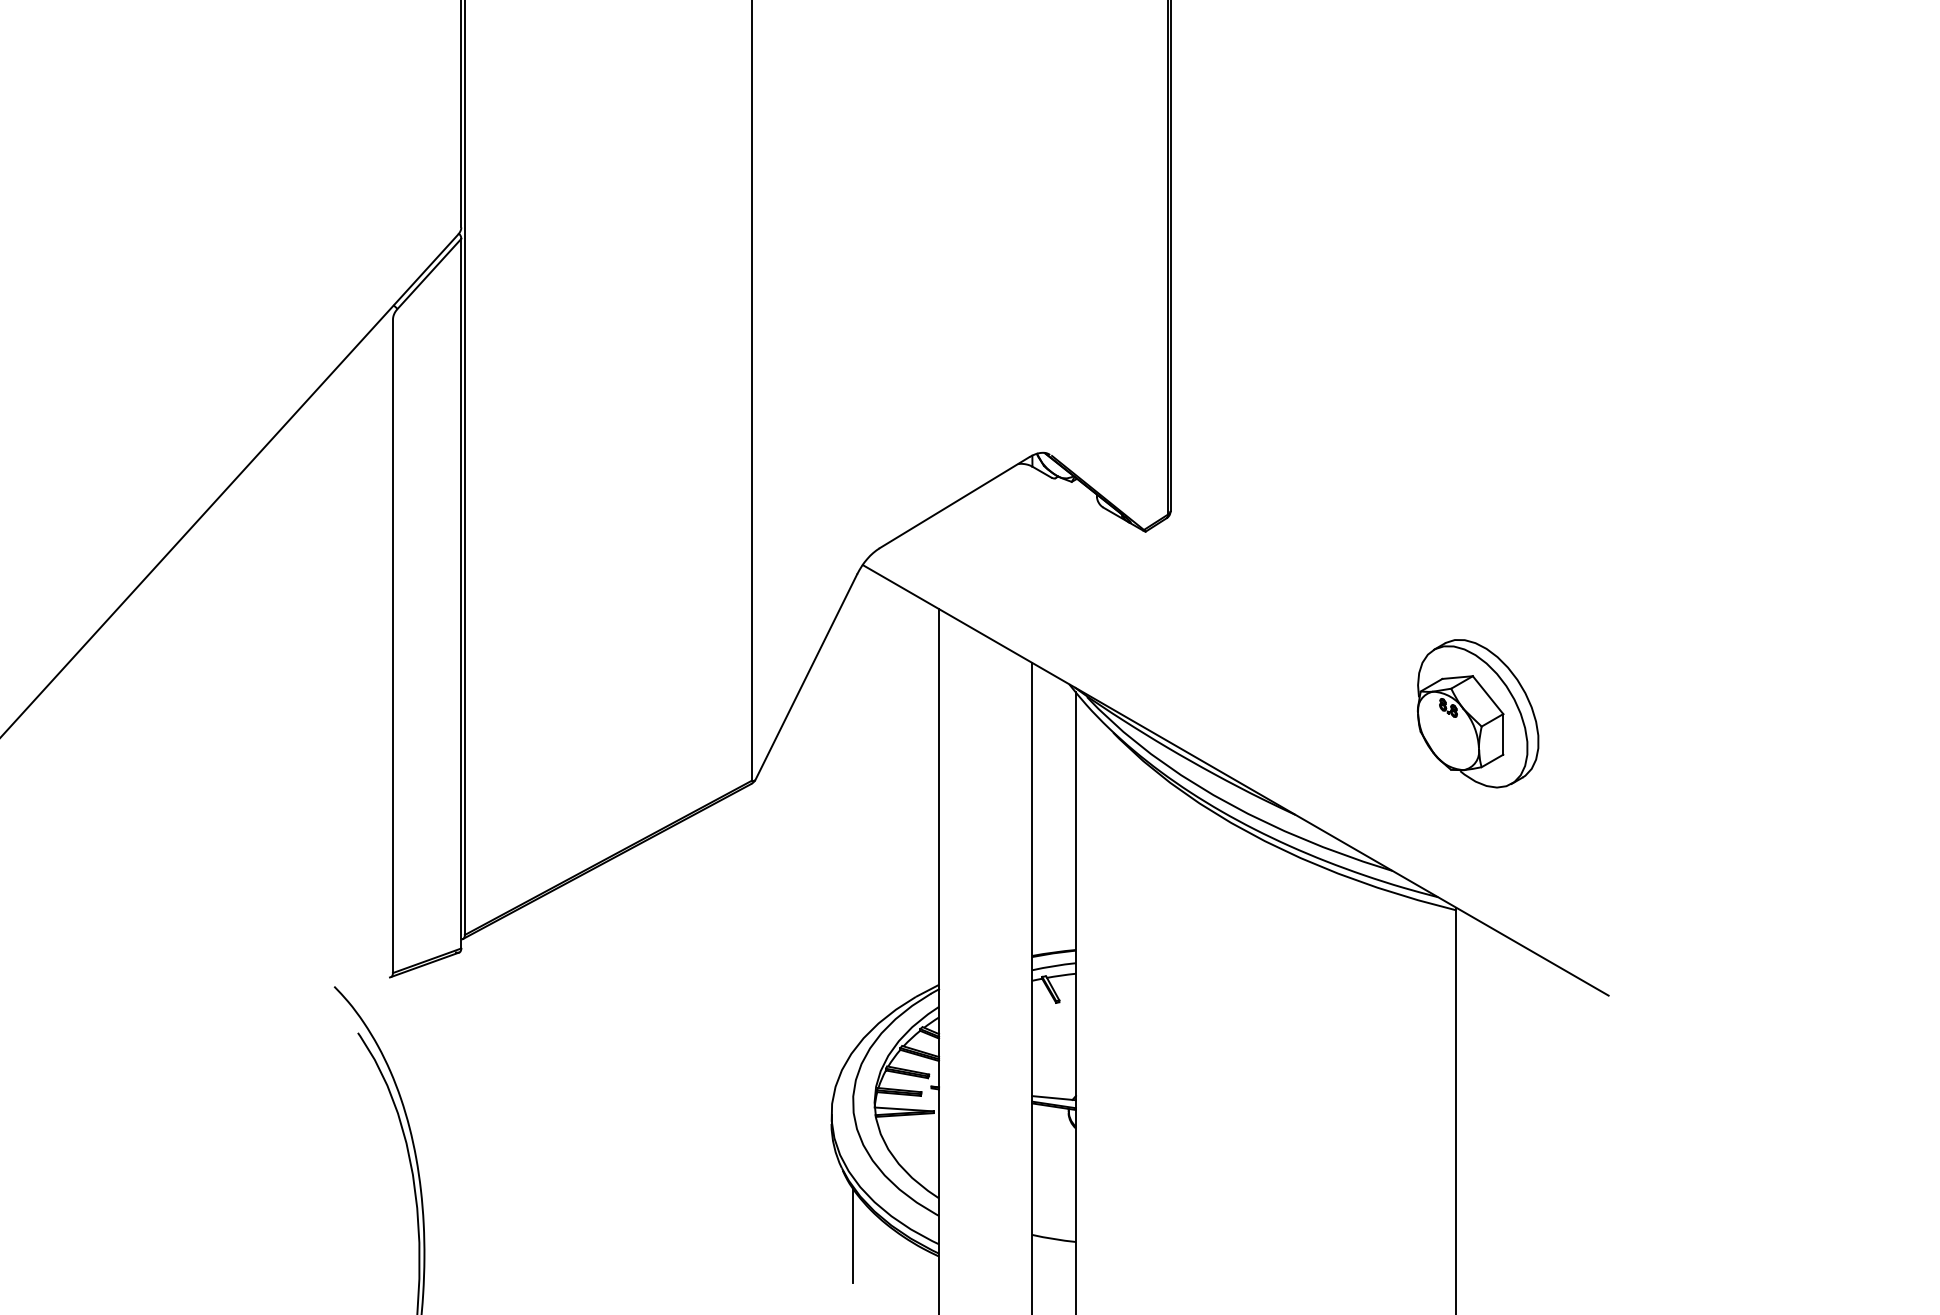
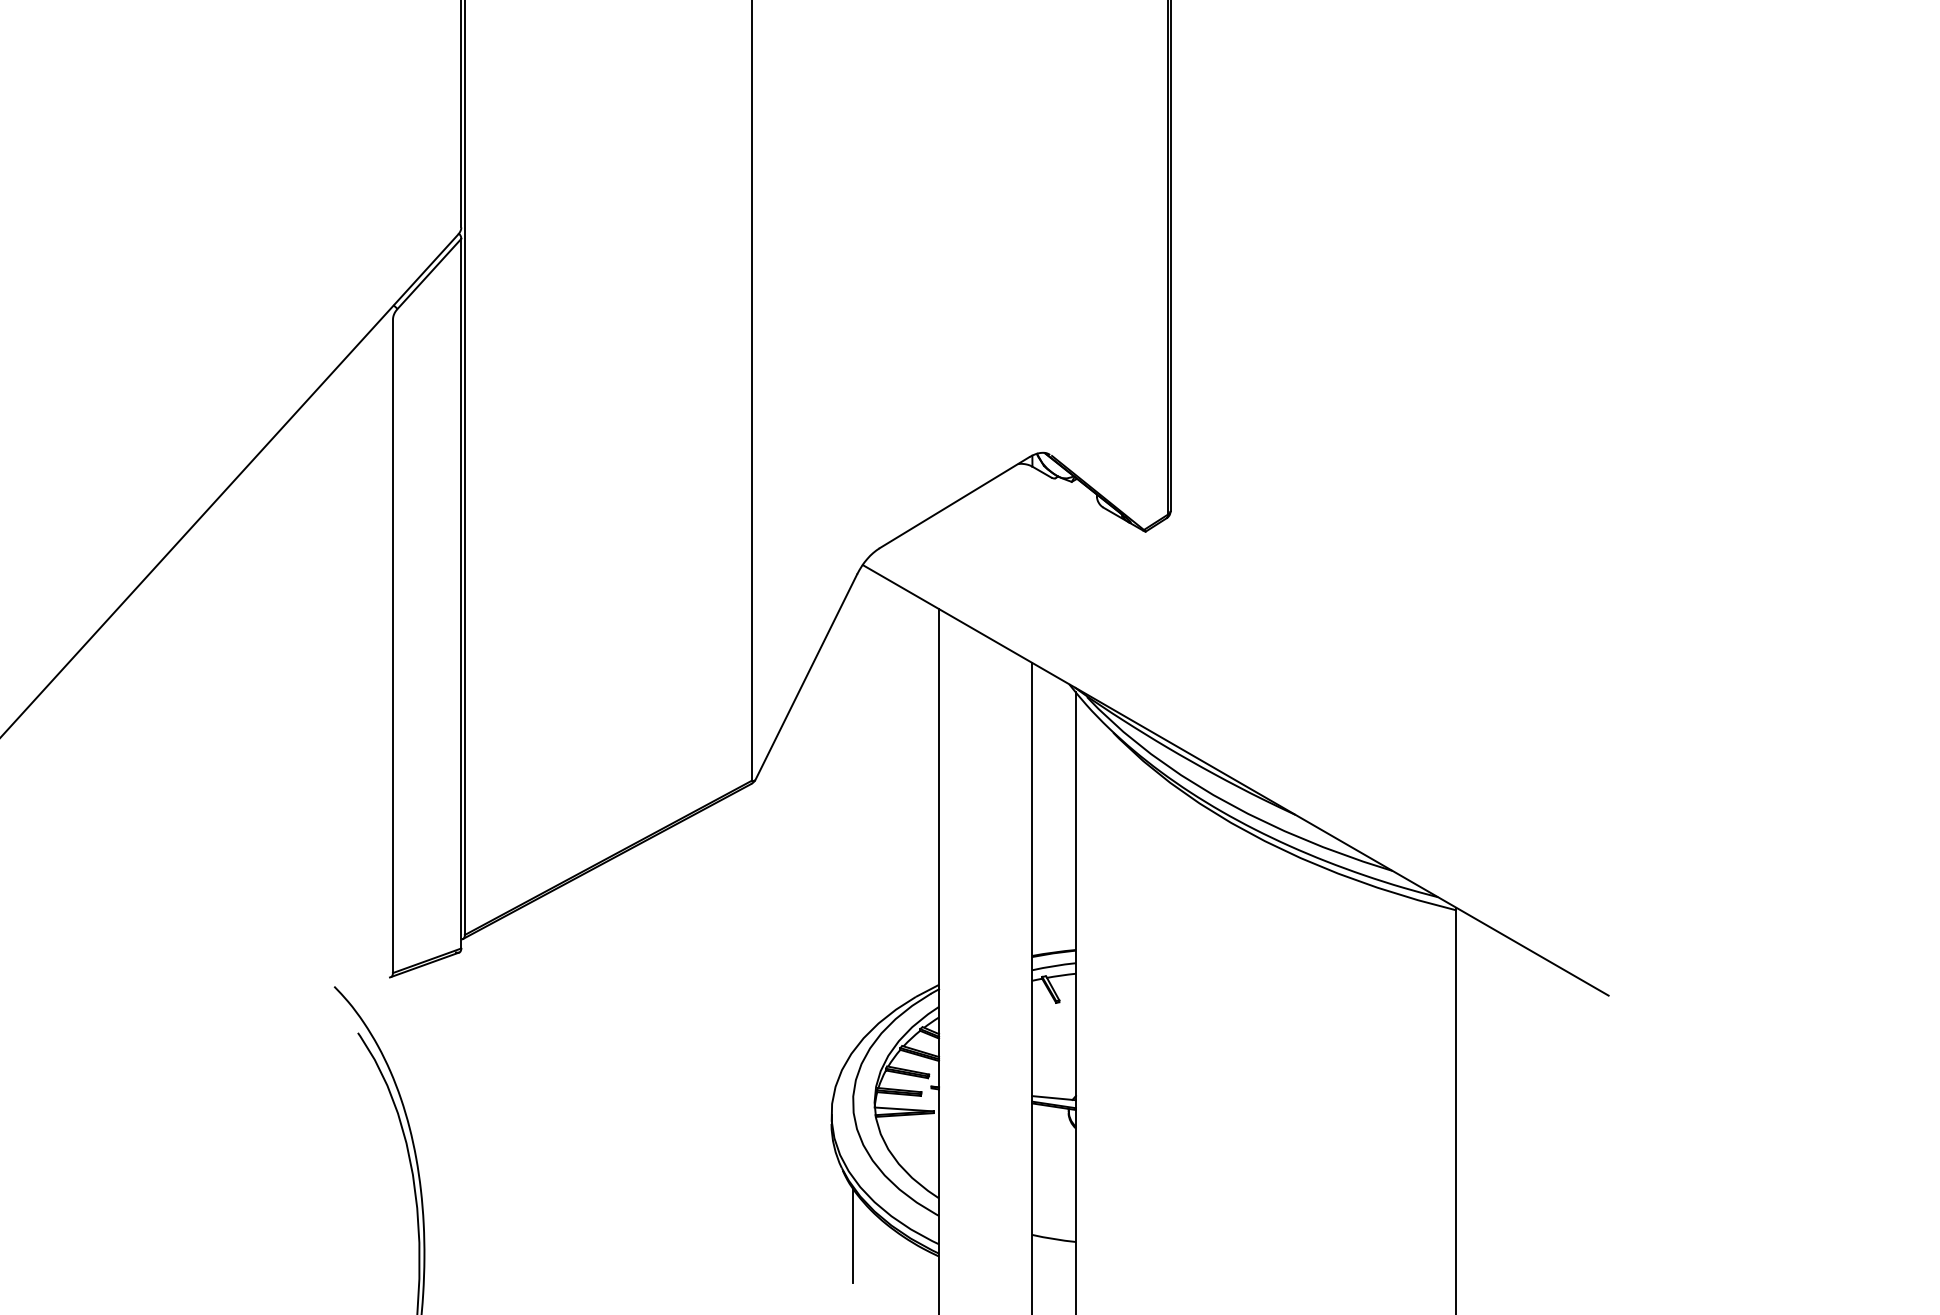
part at (1478, 713): present -> none
